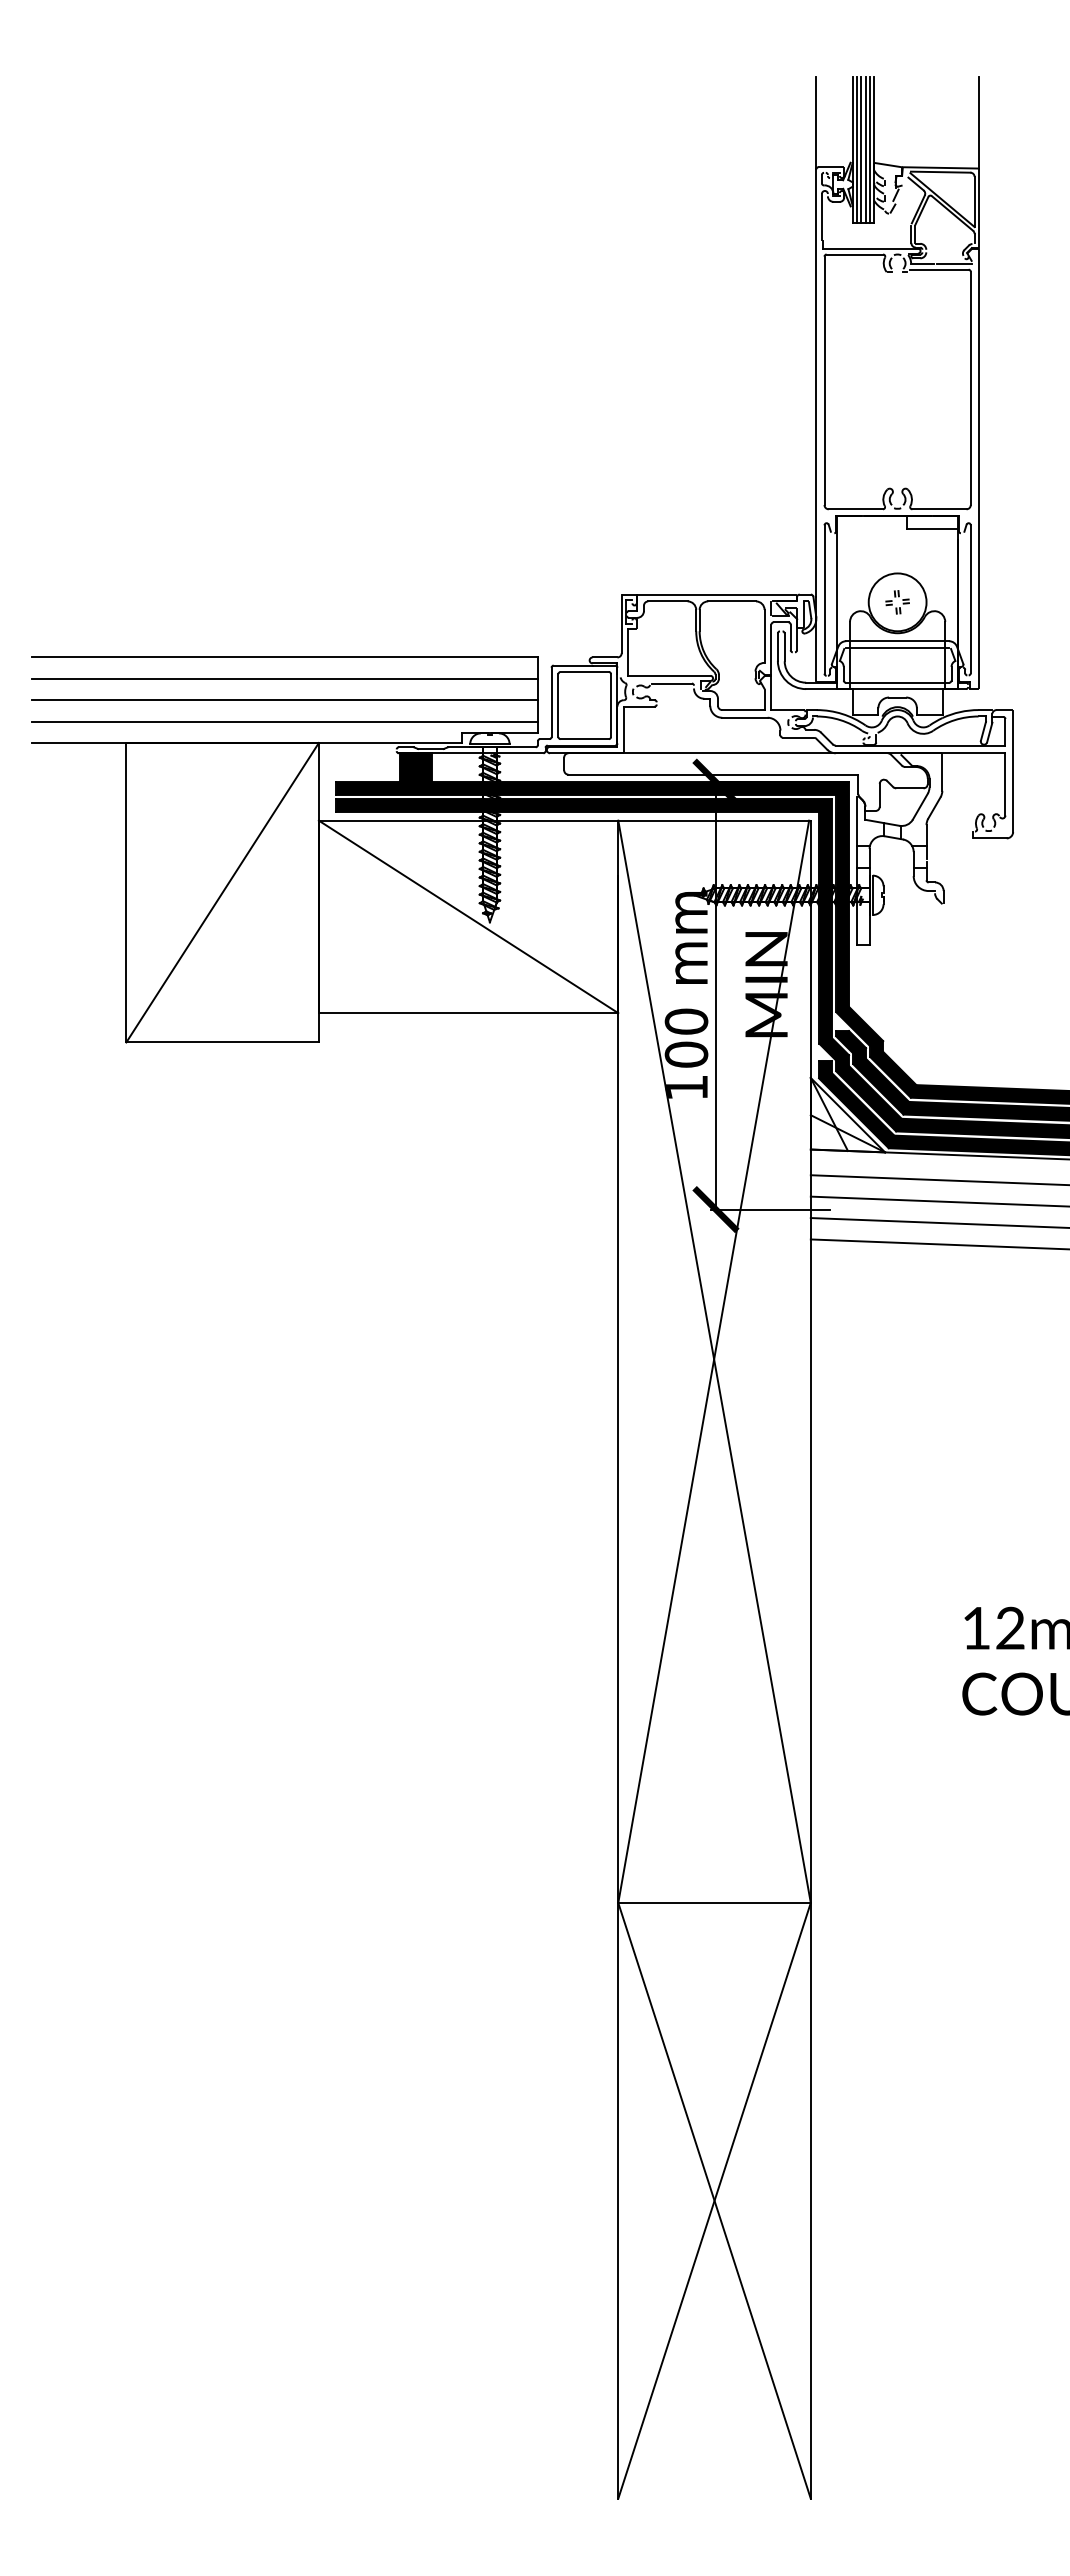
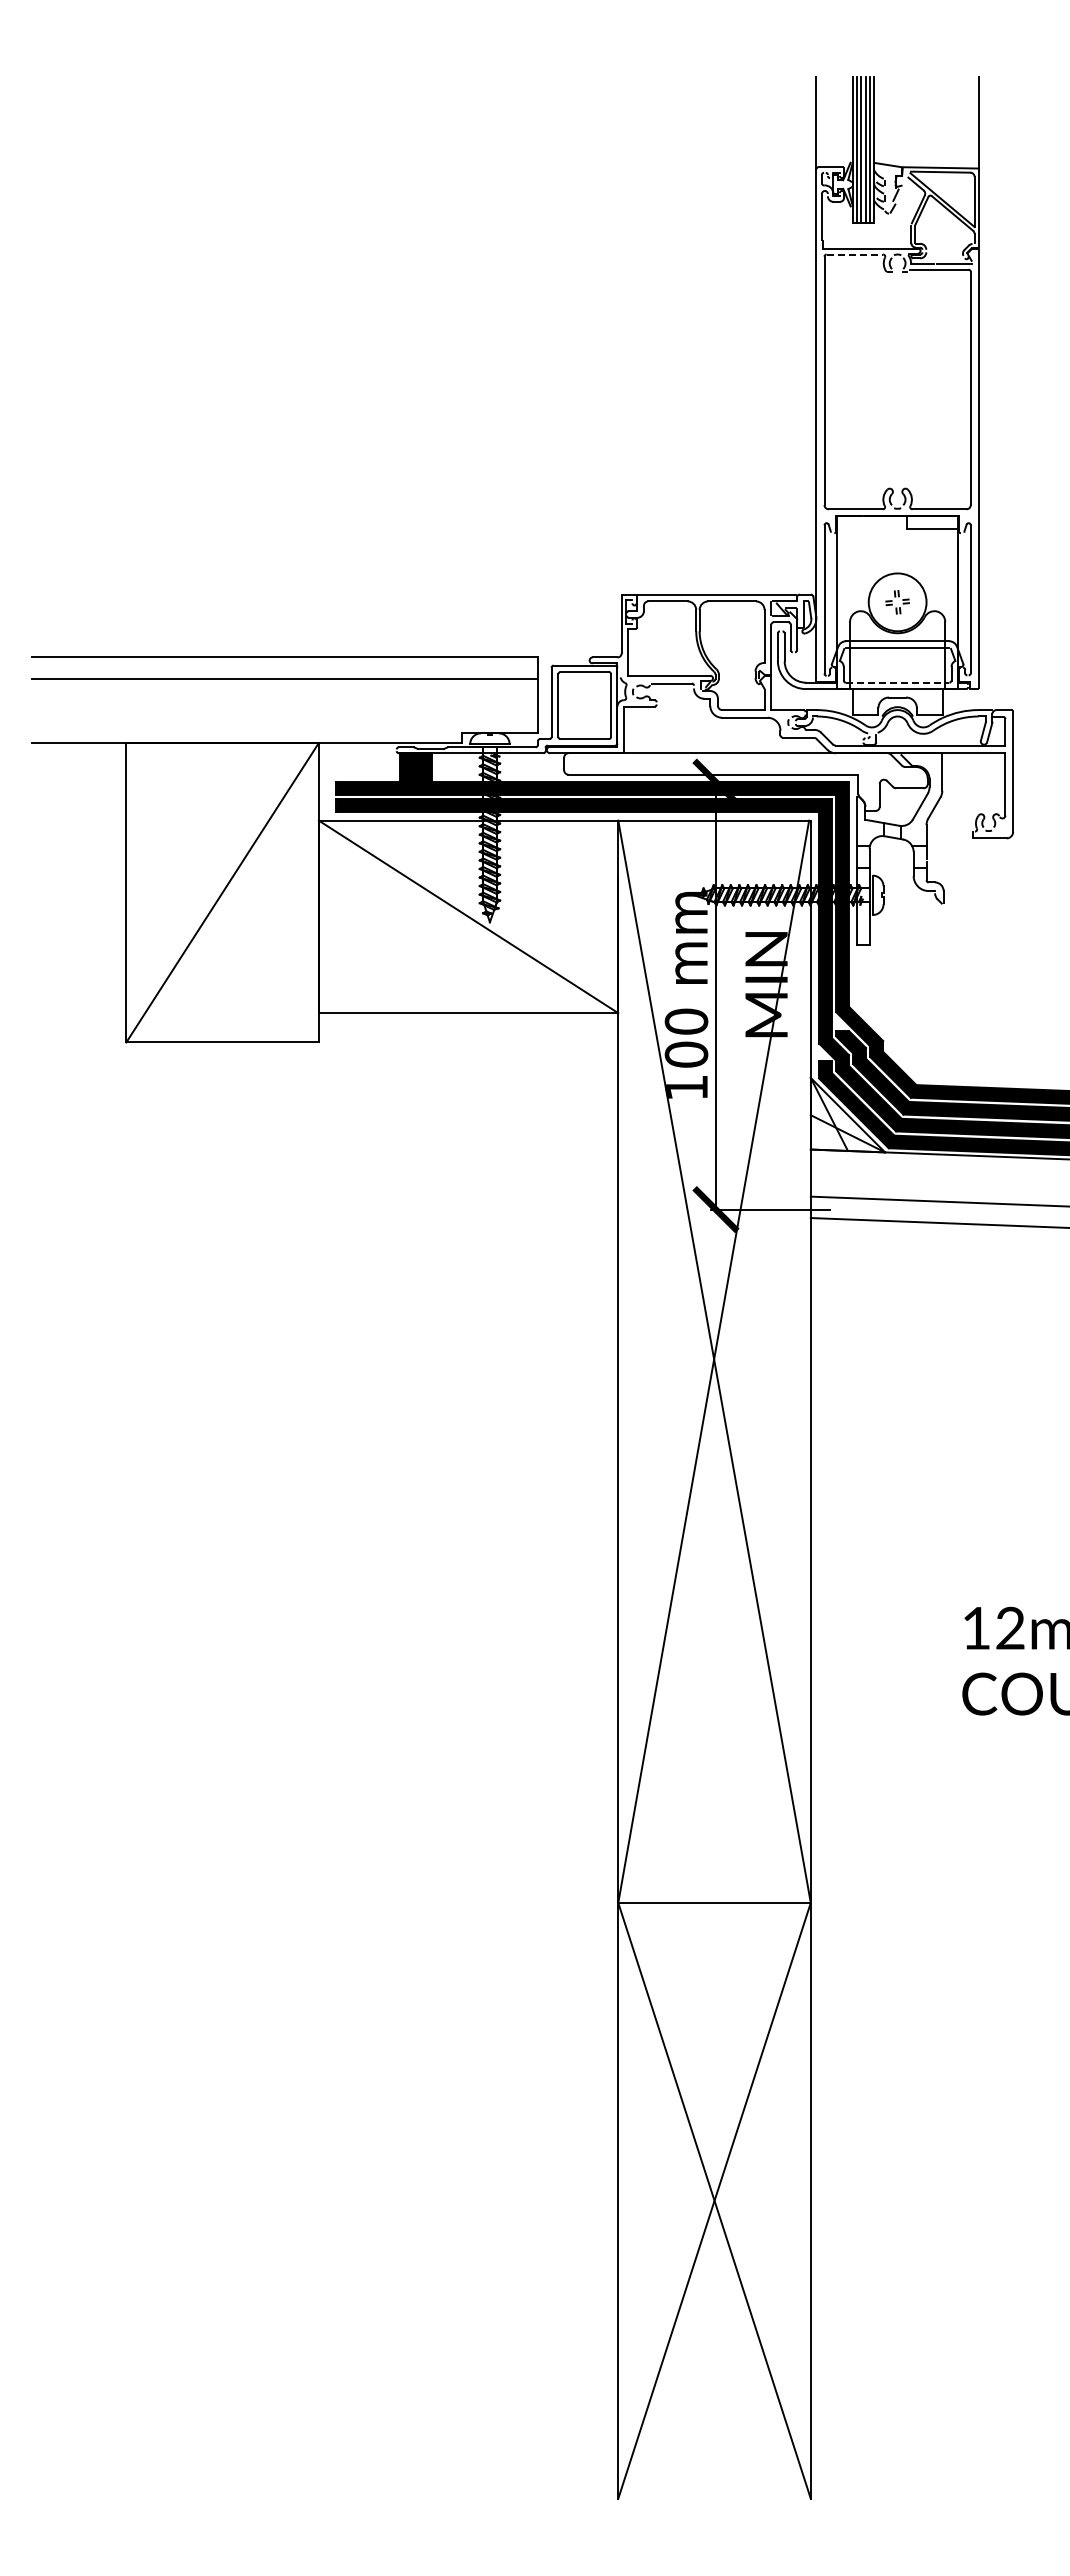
line at (855, 254): solid -> dashed
line at (897, 682): solid -> dashed
line at (284, 700): present -> none
line at (284, 721): present -> none
line at (938, 1180): present -> none
line at (938, 1244): present -> none
